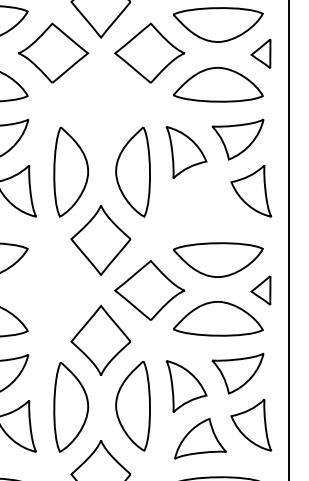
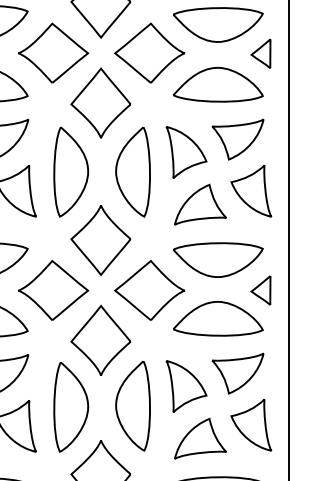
part at (100, 102): none -> present
part at (200, 204): none -> present
part at (53, 290): none -> present
